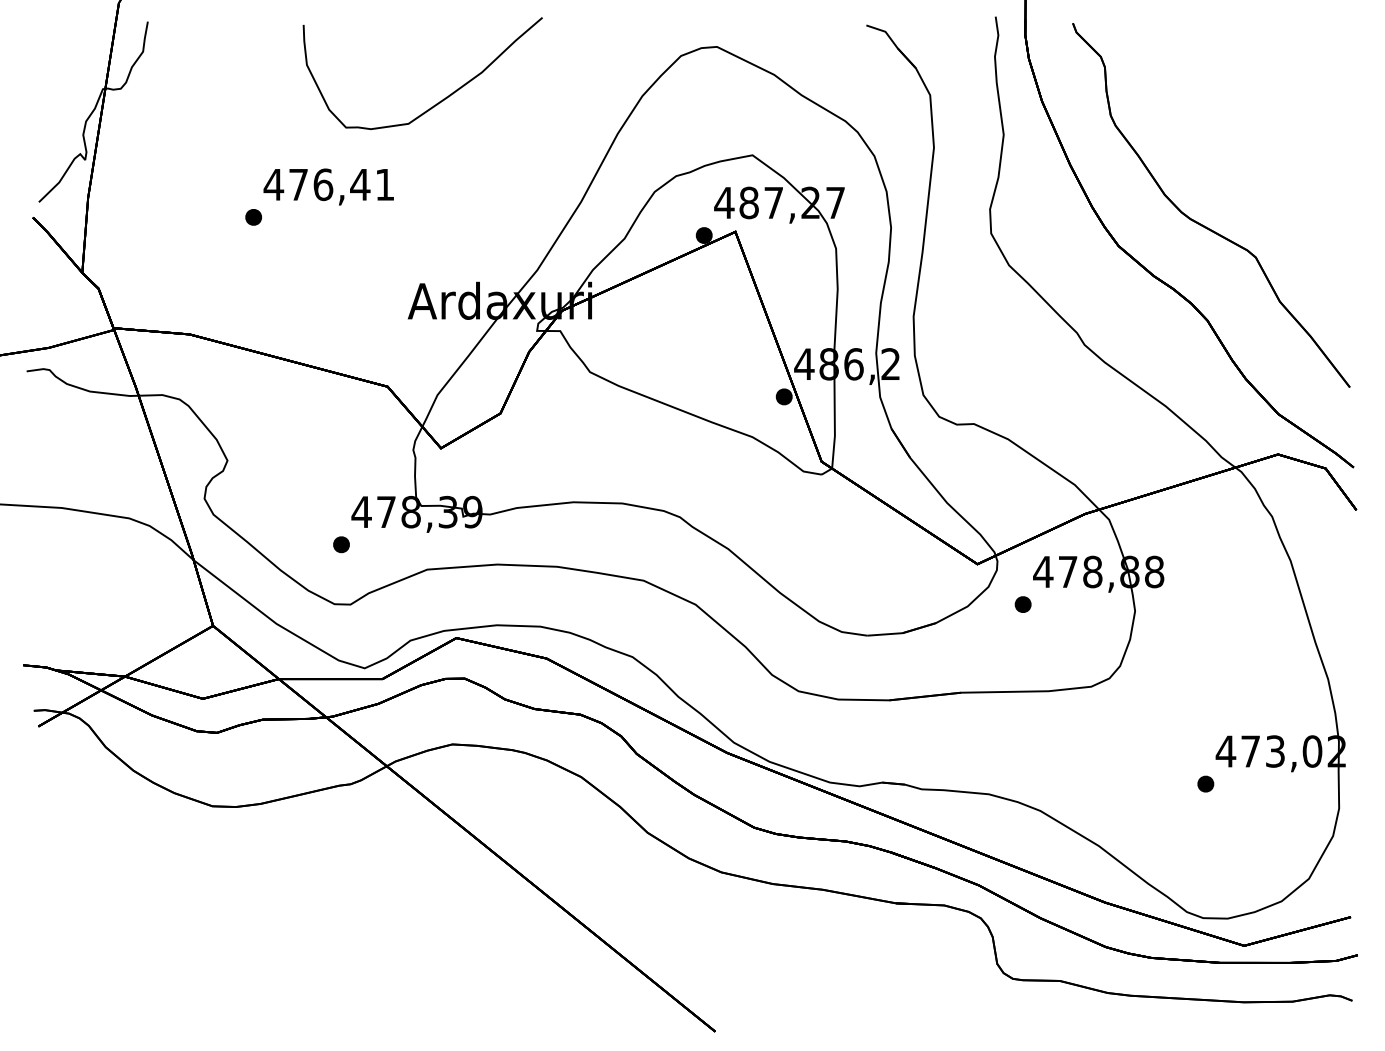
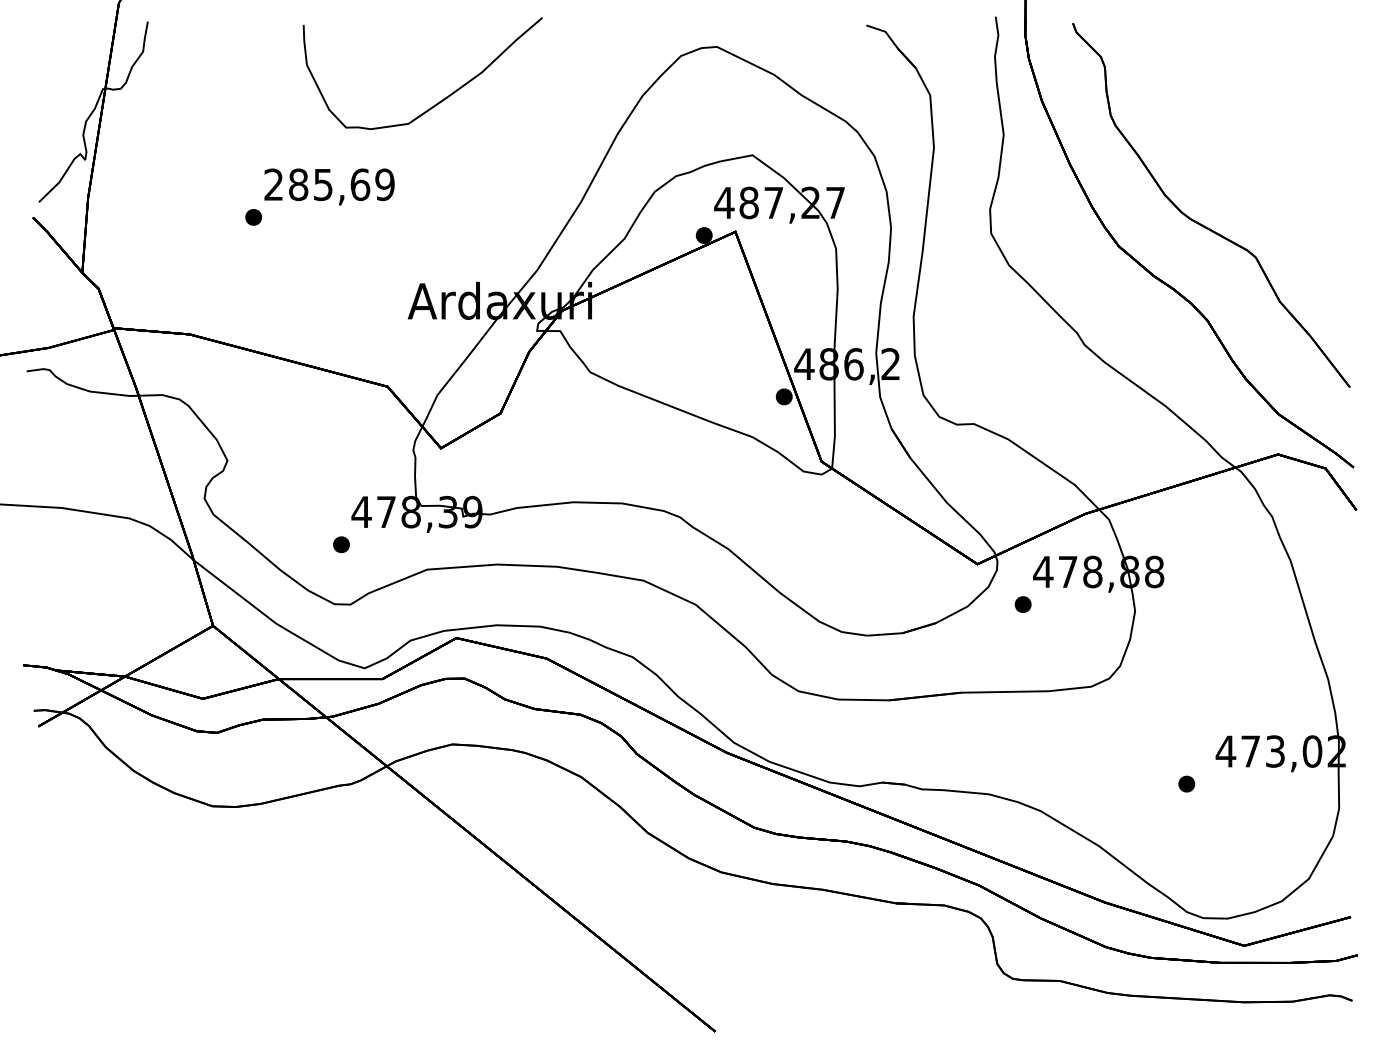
text at (328, 184): 476,41 -> 285,69
part at (1205, 783) position: (1205, 783) -> (1186, 783)
